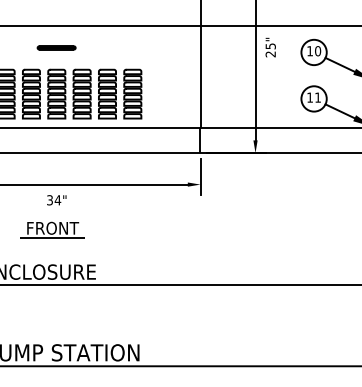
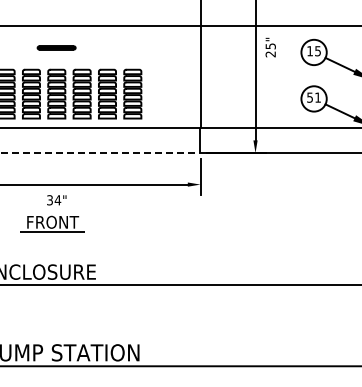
text at (318, 51): 10 -> 15
text at (309, 97): 11 -> 51
line at (100, 153): solid -> dashed
part at (52, 229) position: (52, 229) -> (52, 223)
